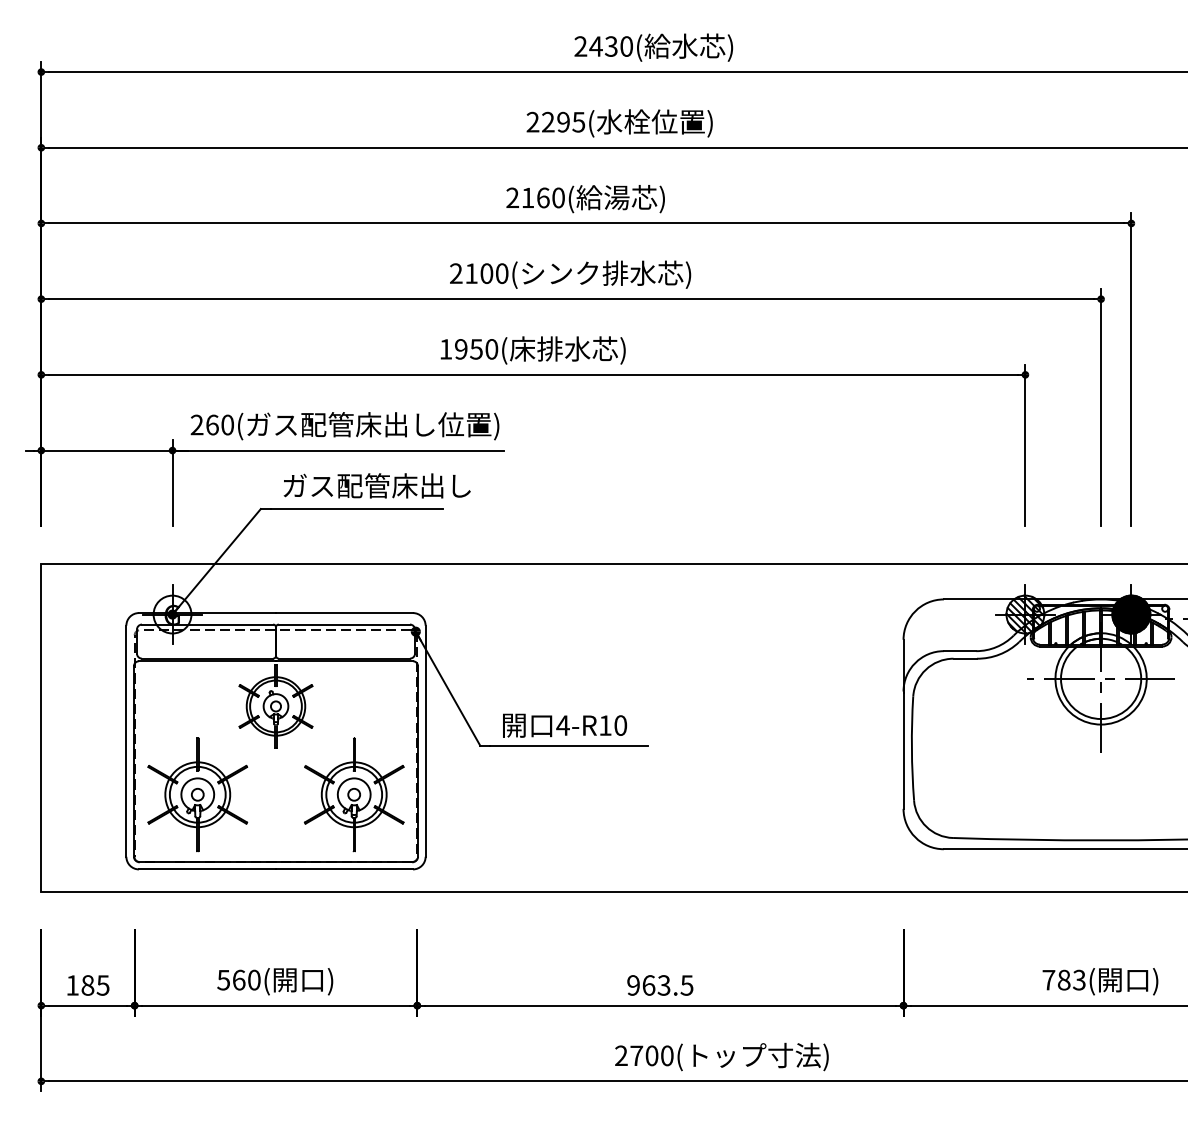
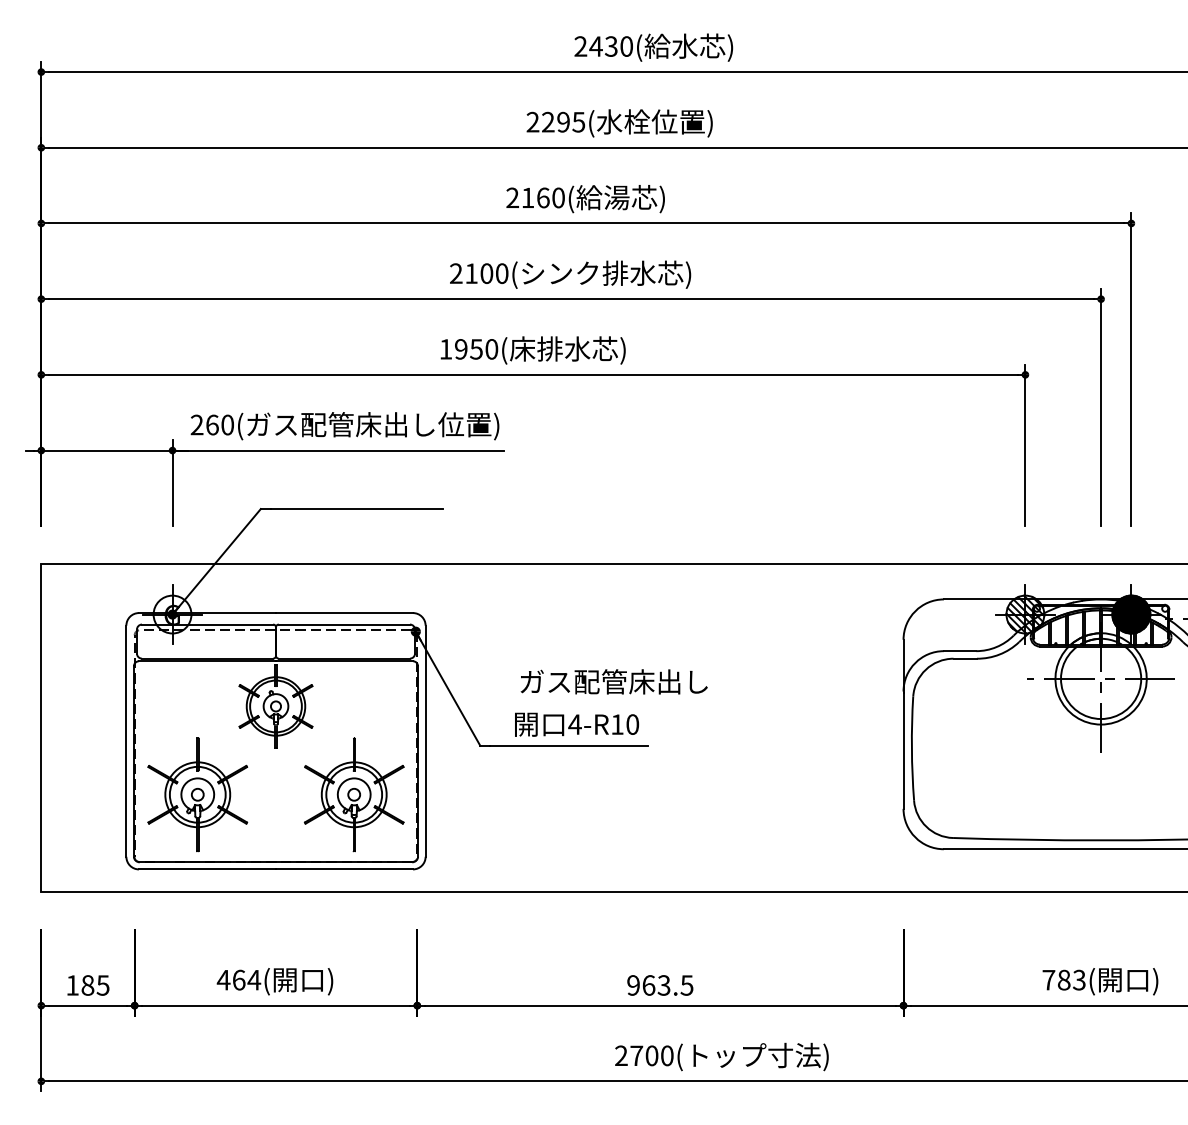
text at (376, 485) position: (376, 485) -> (613, 681)
text at (565, 725) position: (565, 725) -> (577, 724)
text at (238, 979): 560( -> 464(
